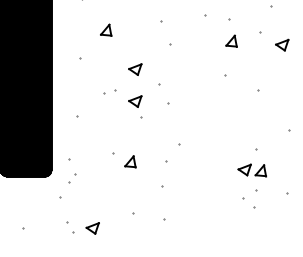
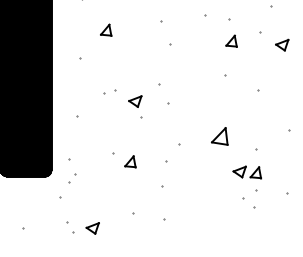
part at (135, 69): present -> none
part at (219, 136): none -> present
part at (251, 170) position: (251, 170) -> (246, 172)
